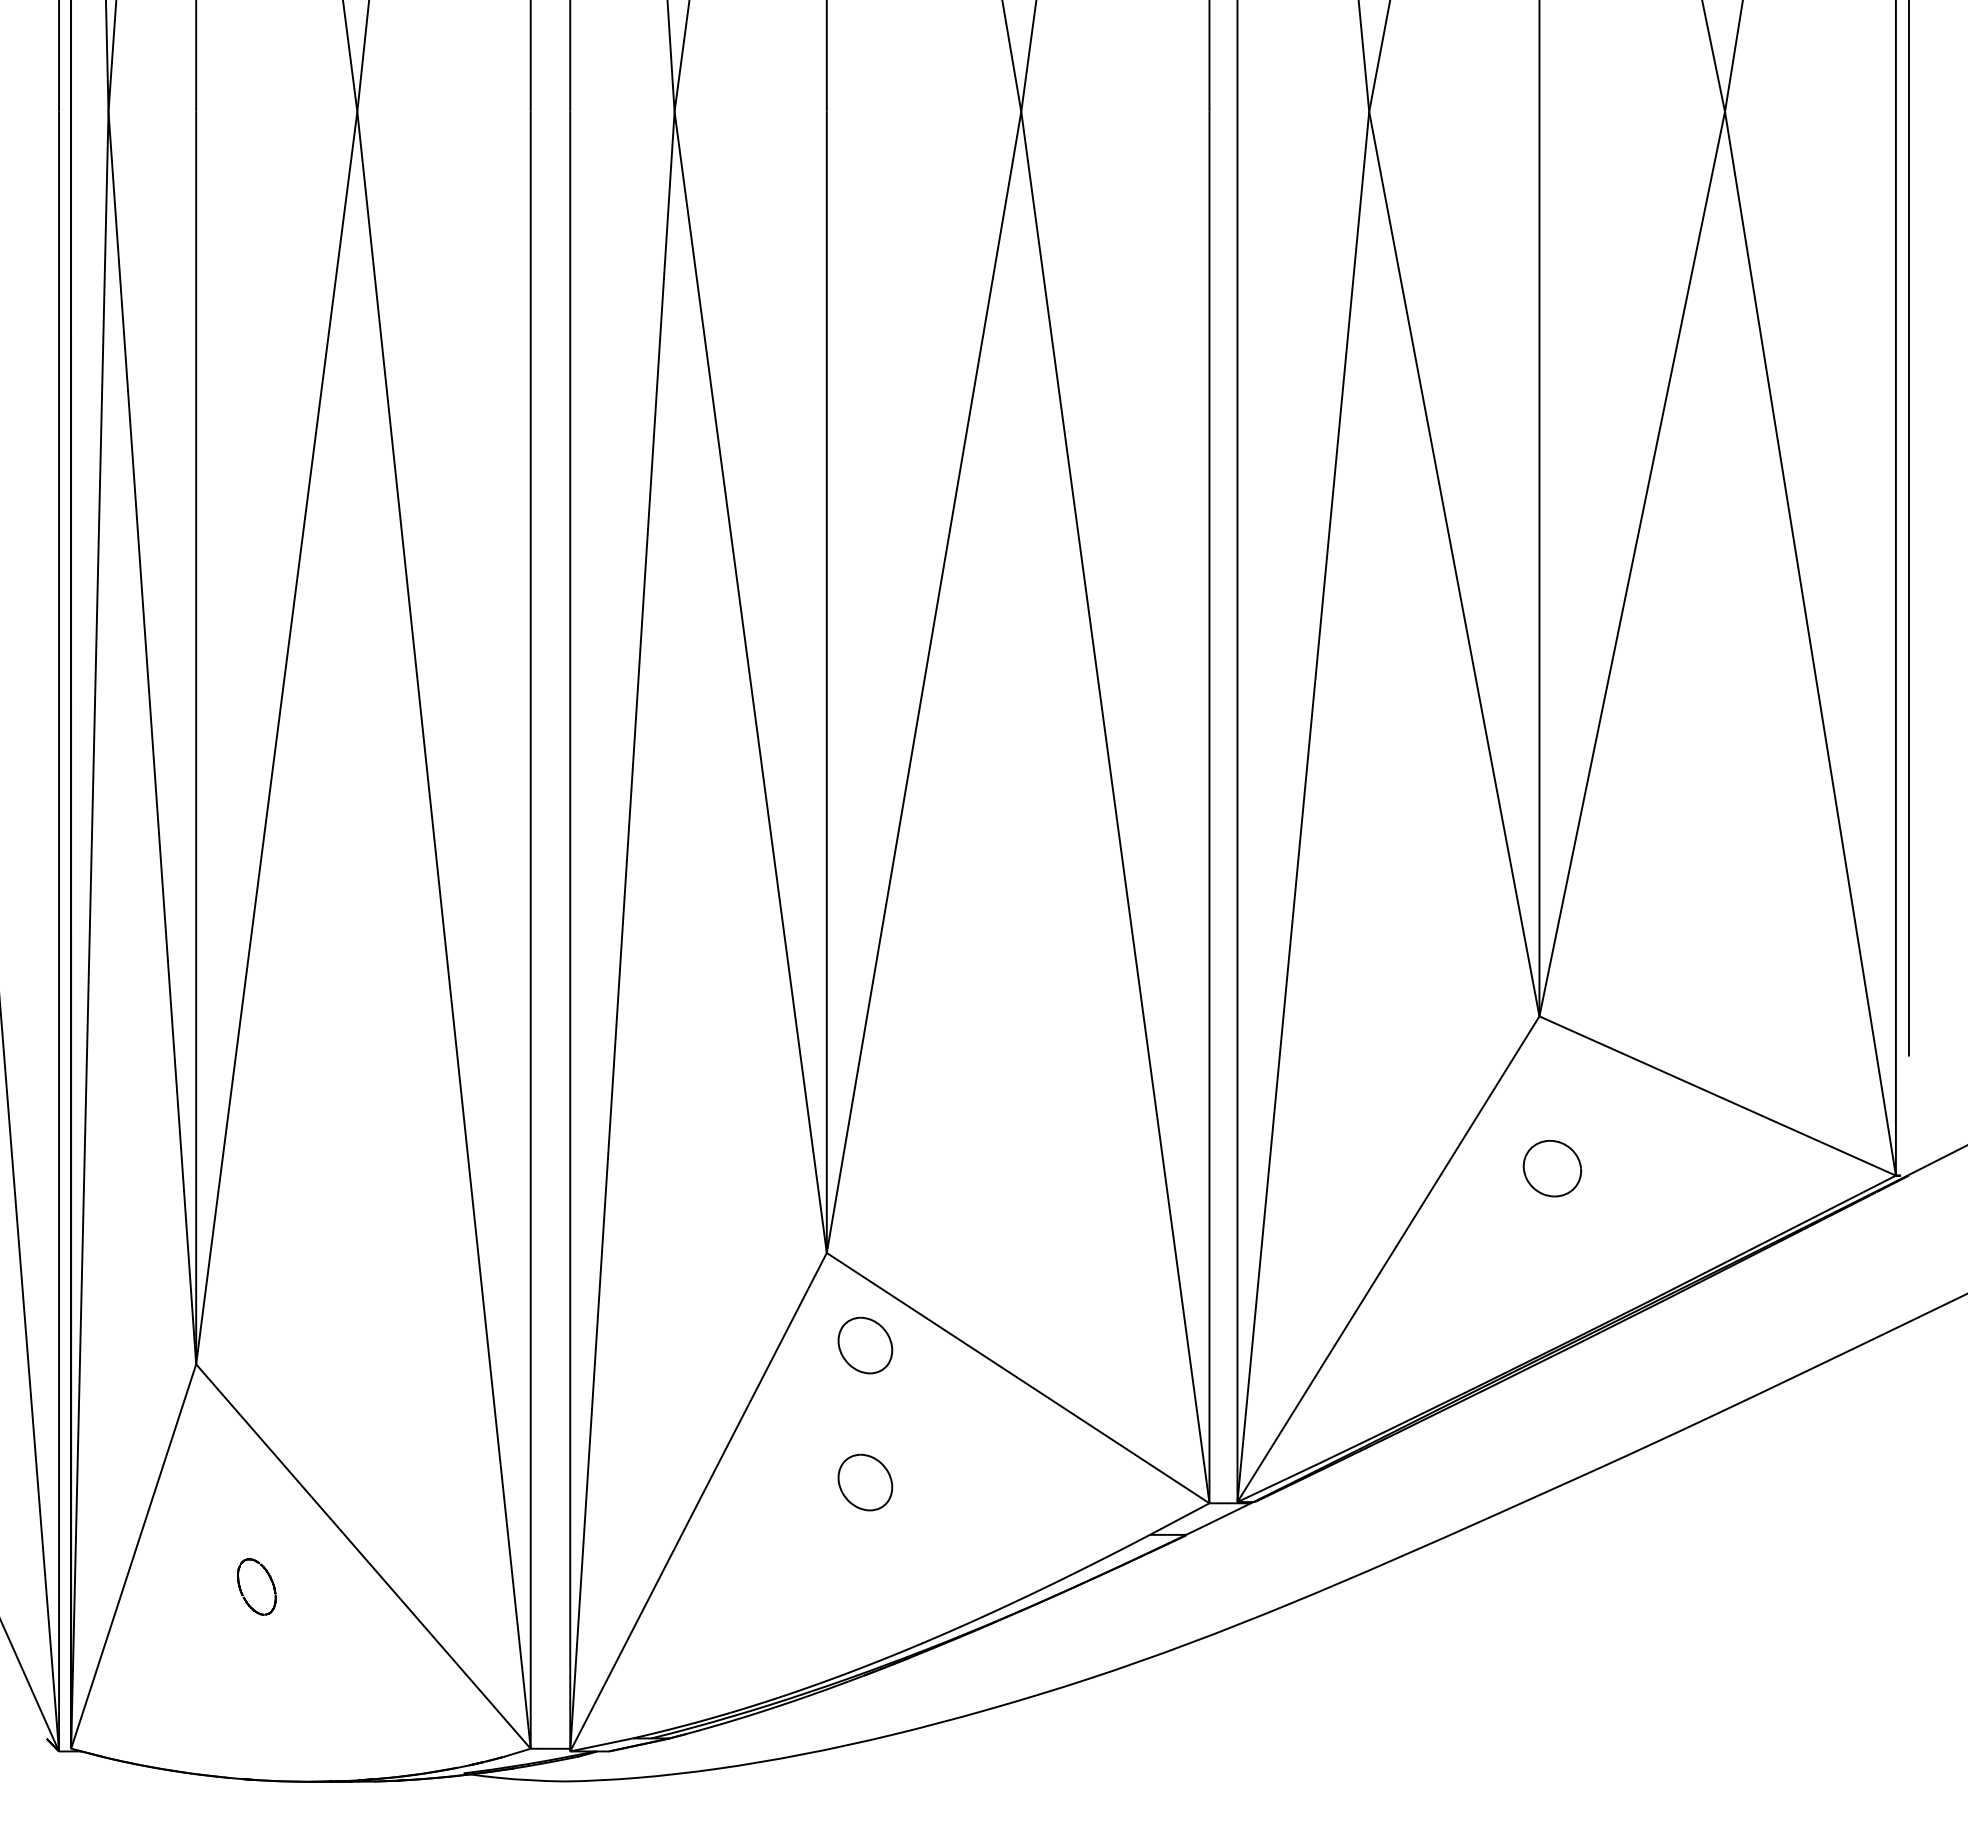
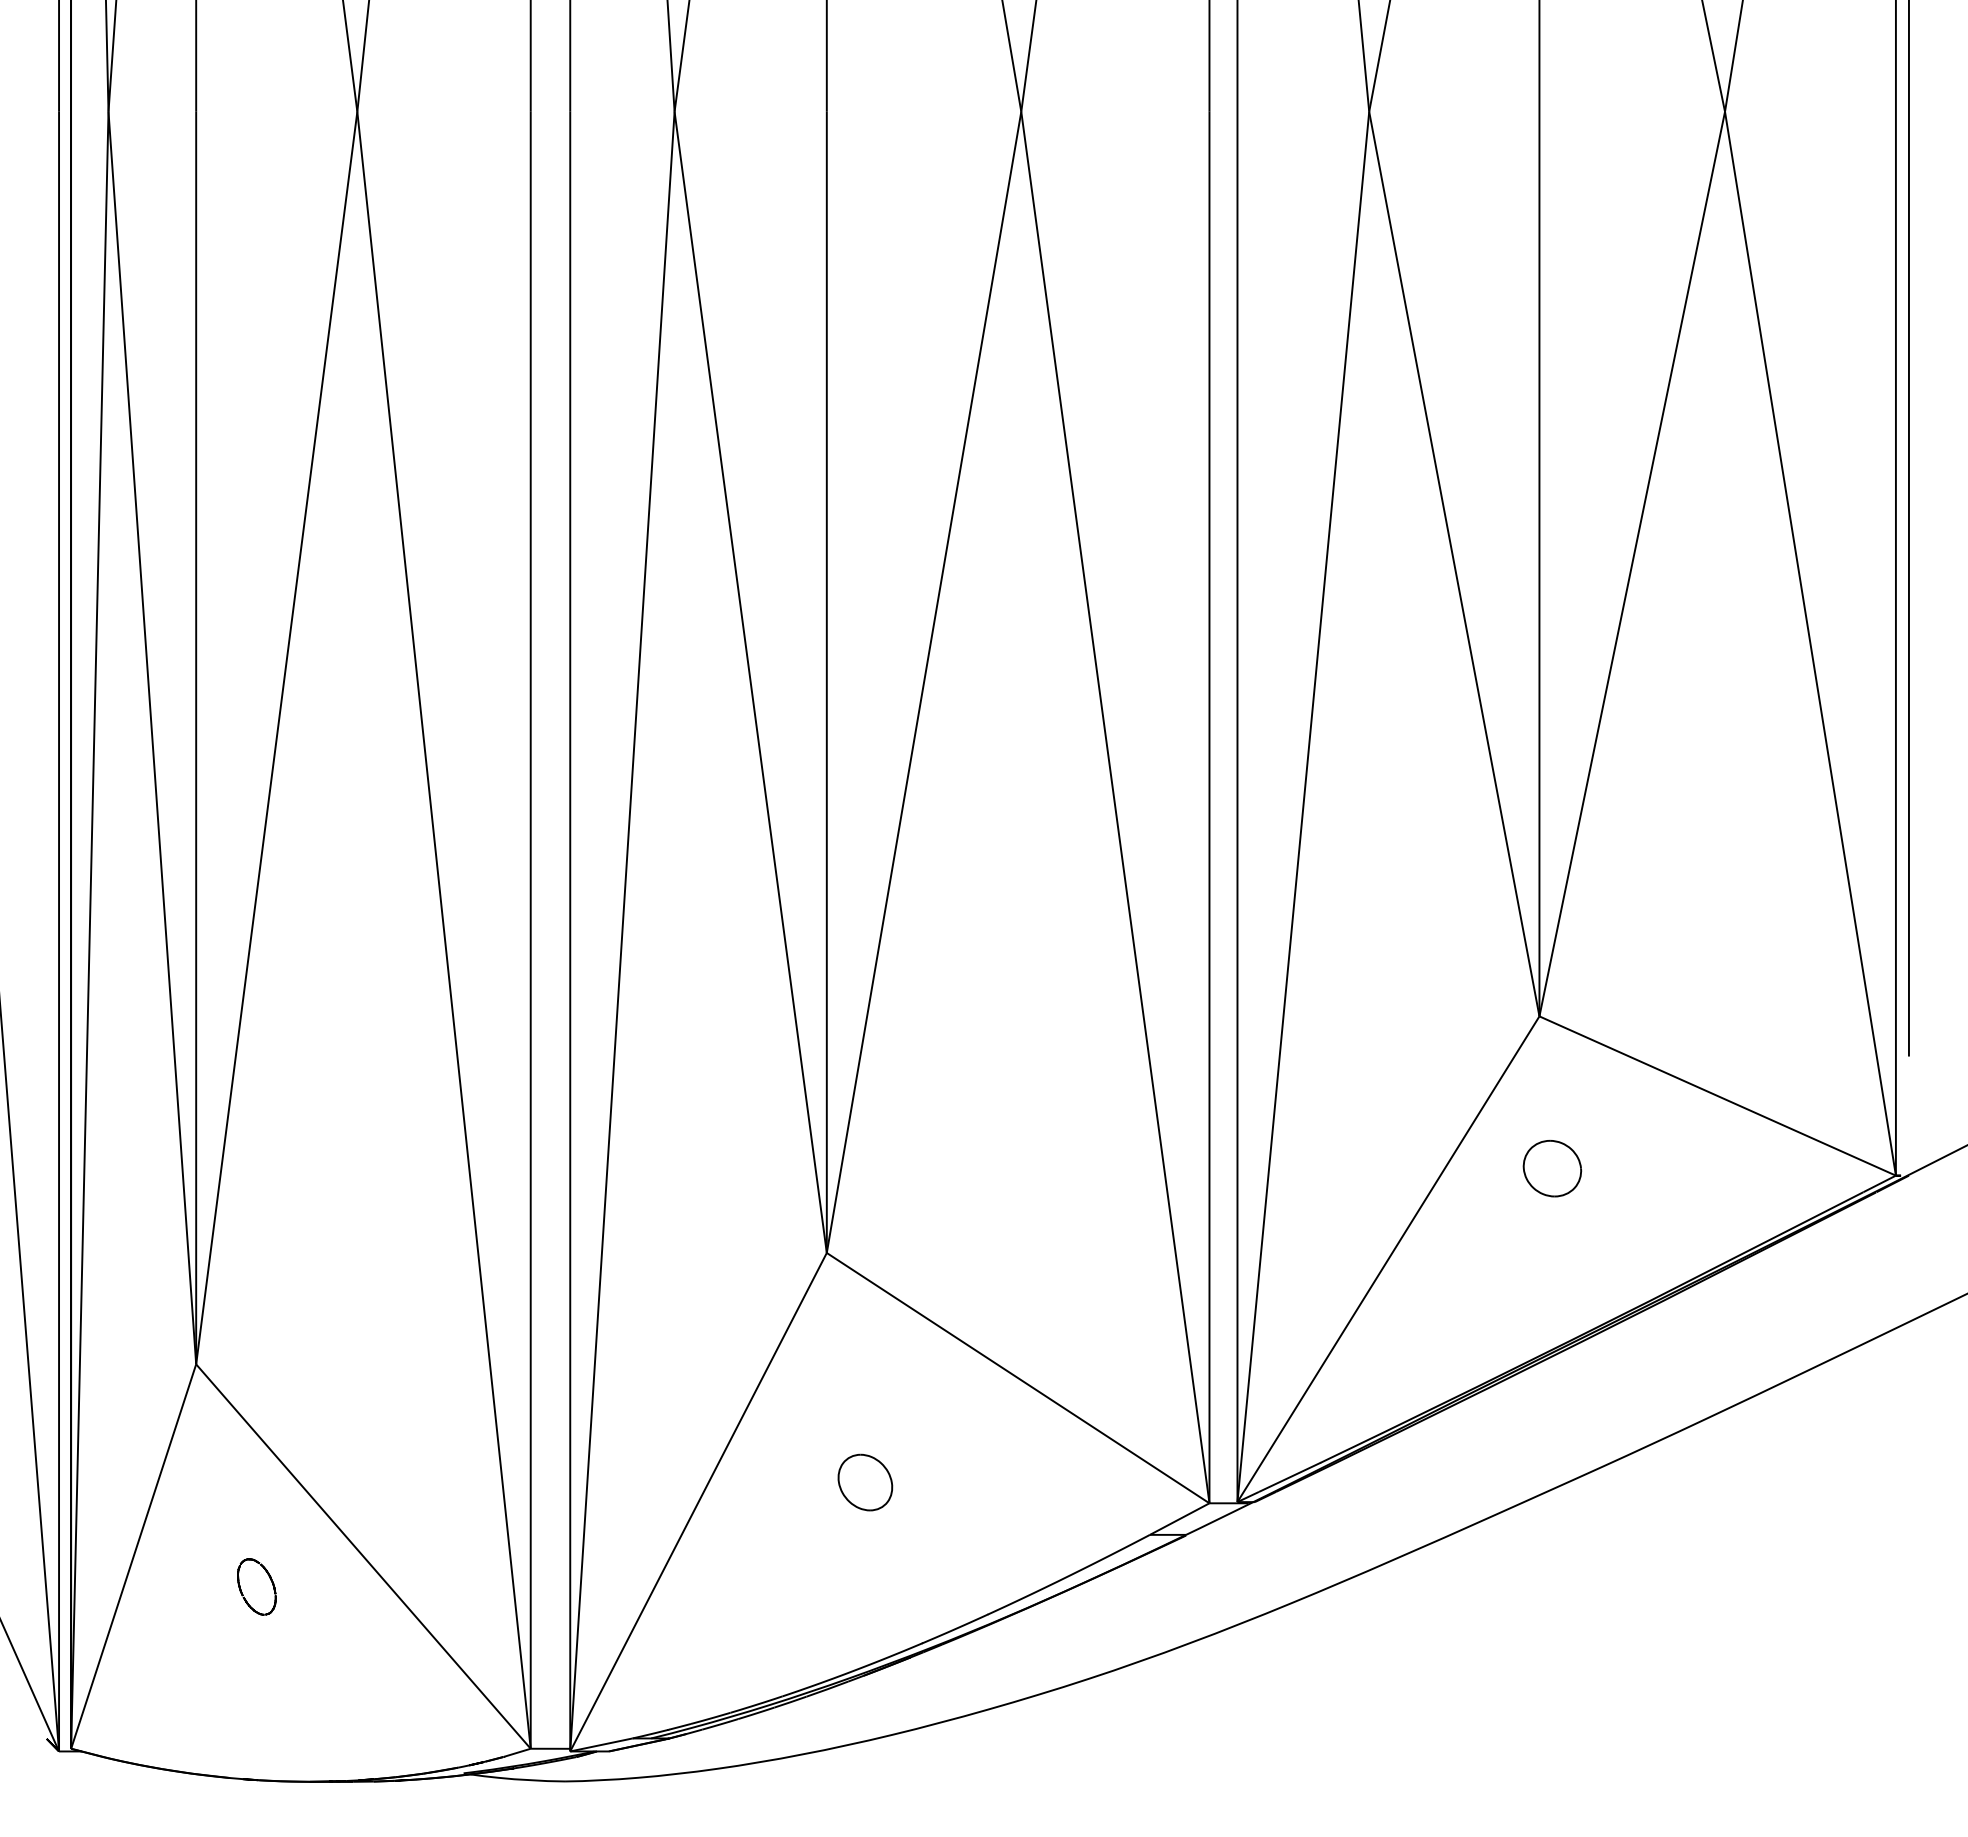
part at (865, 1345): present -> none
